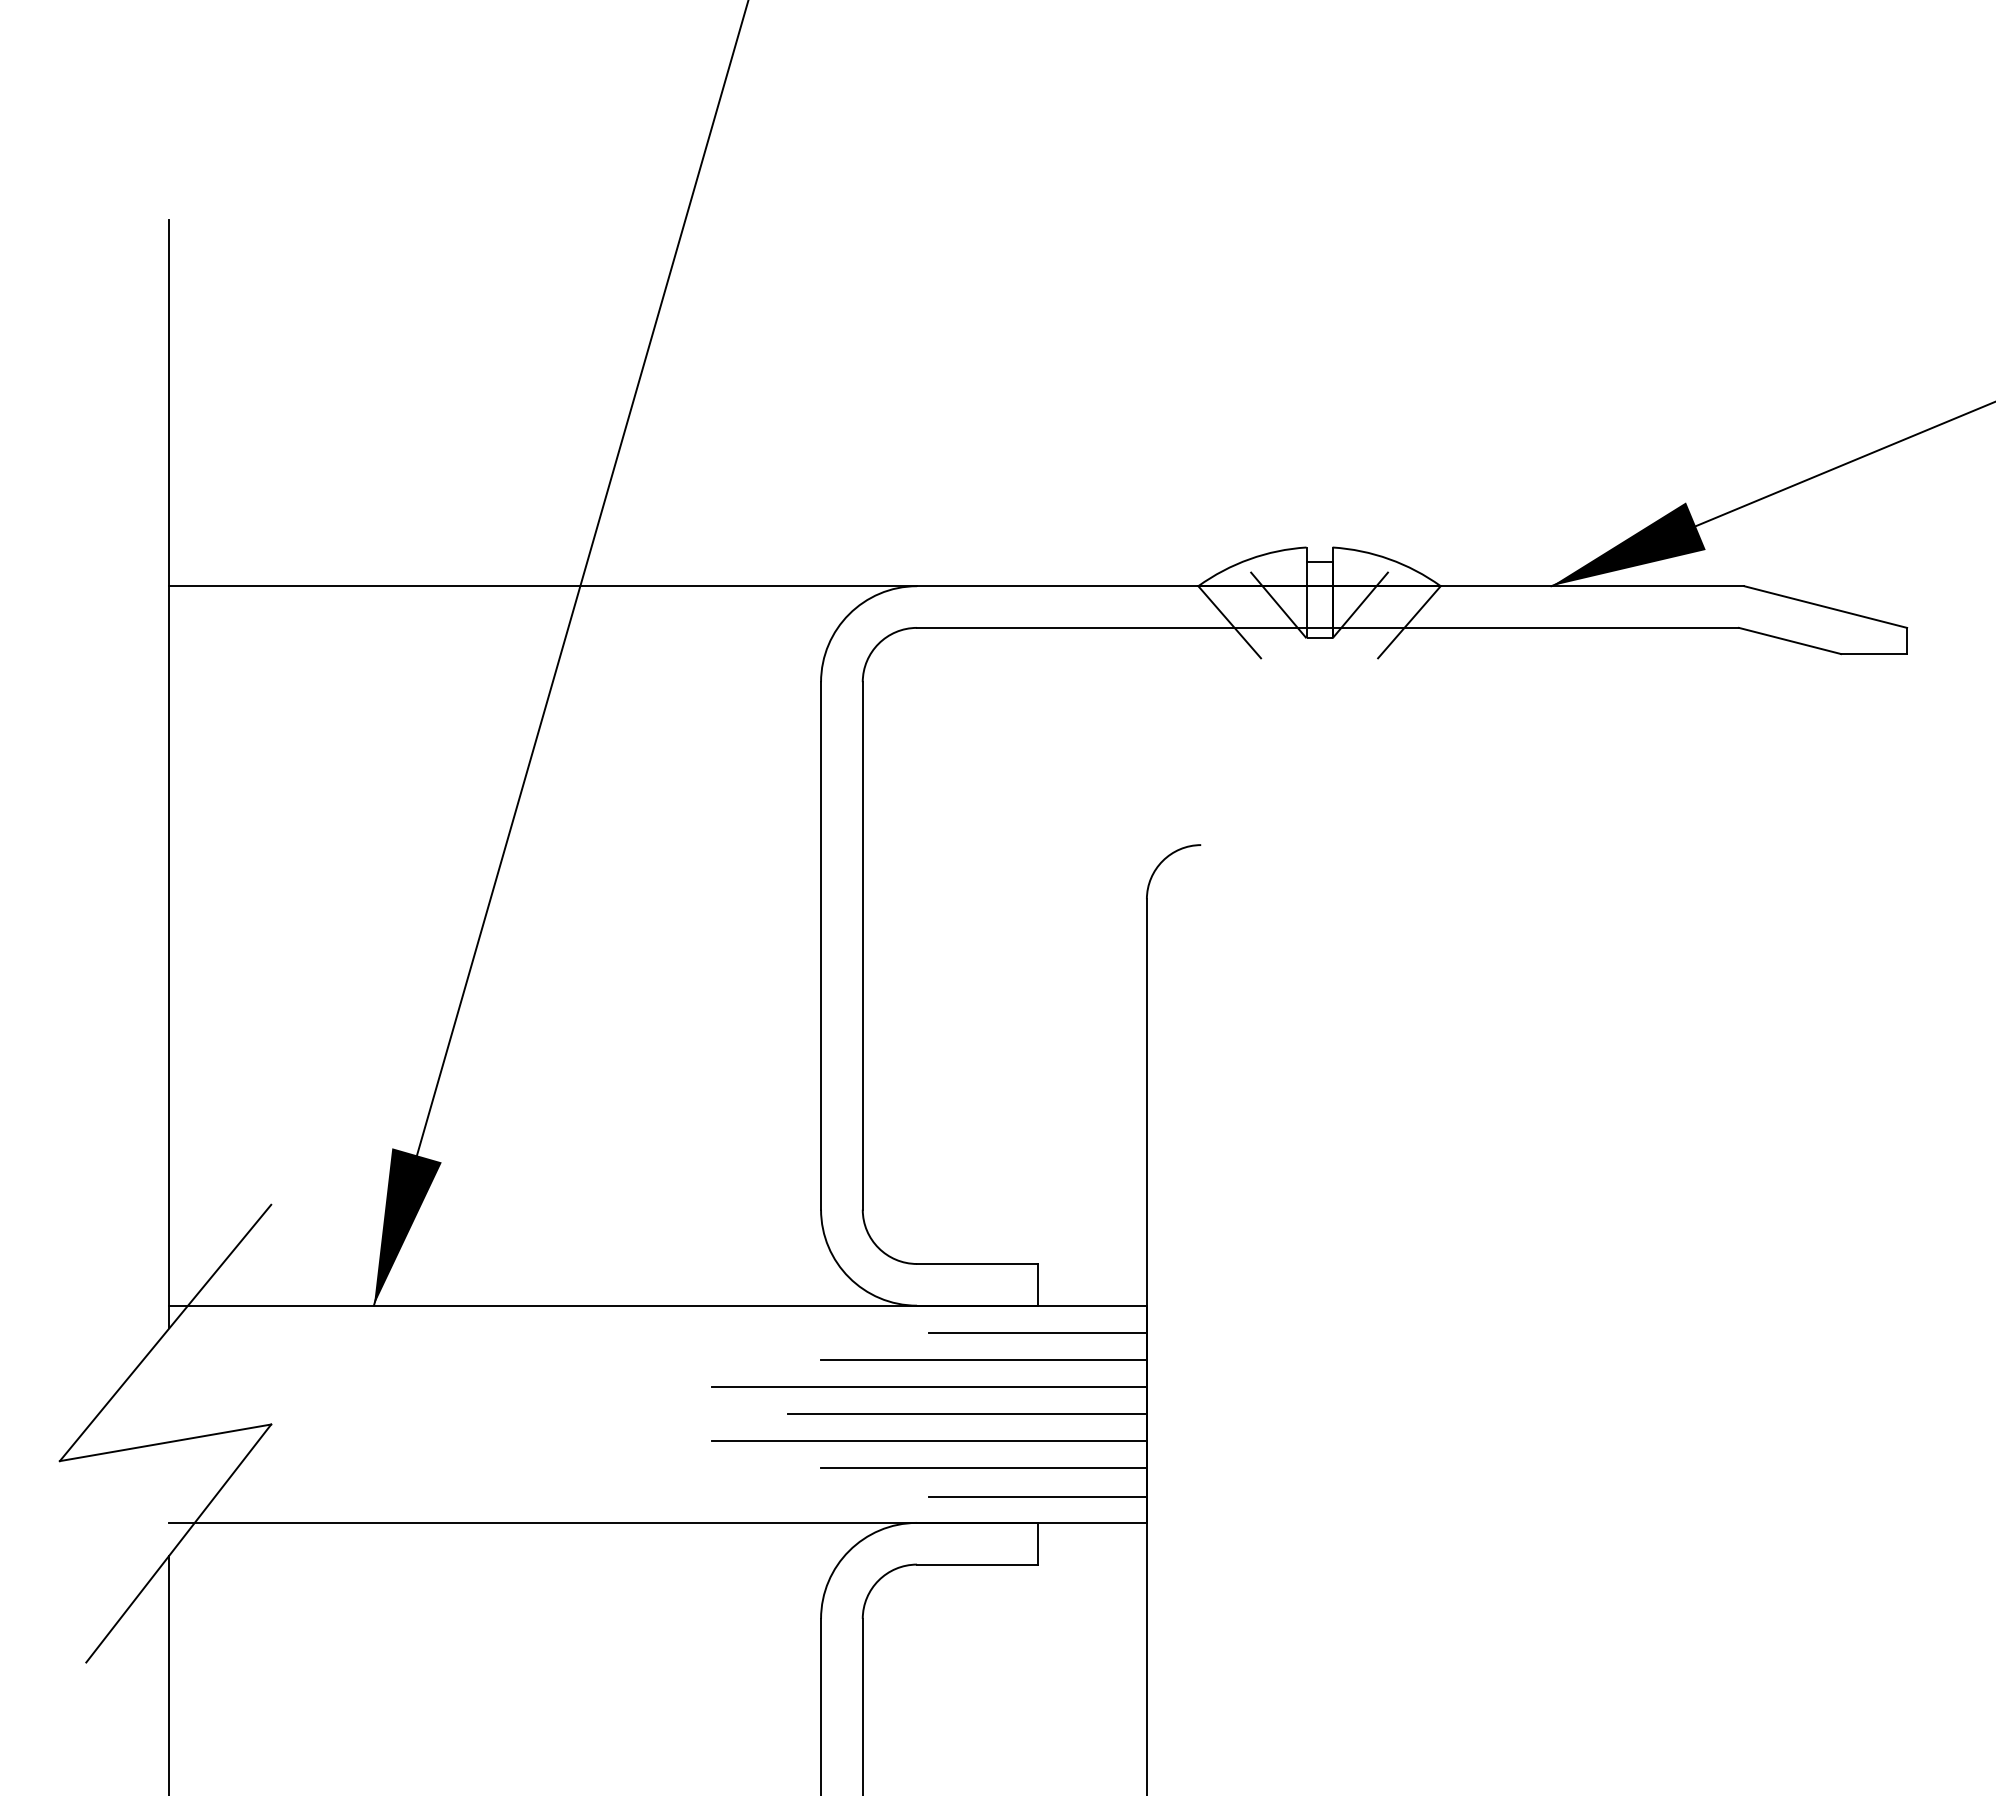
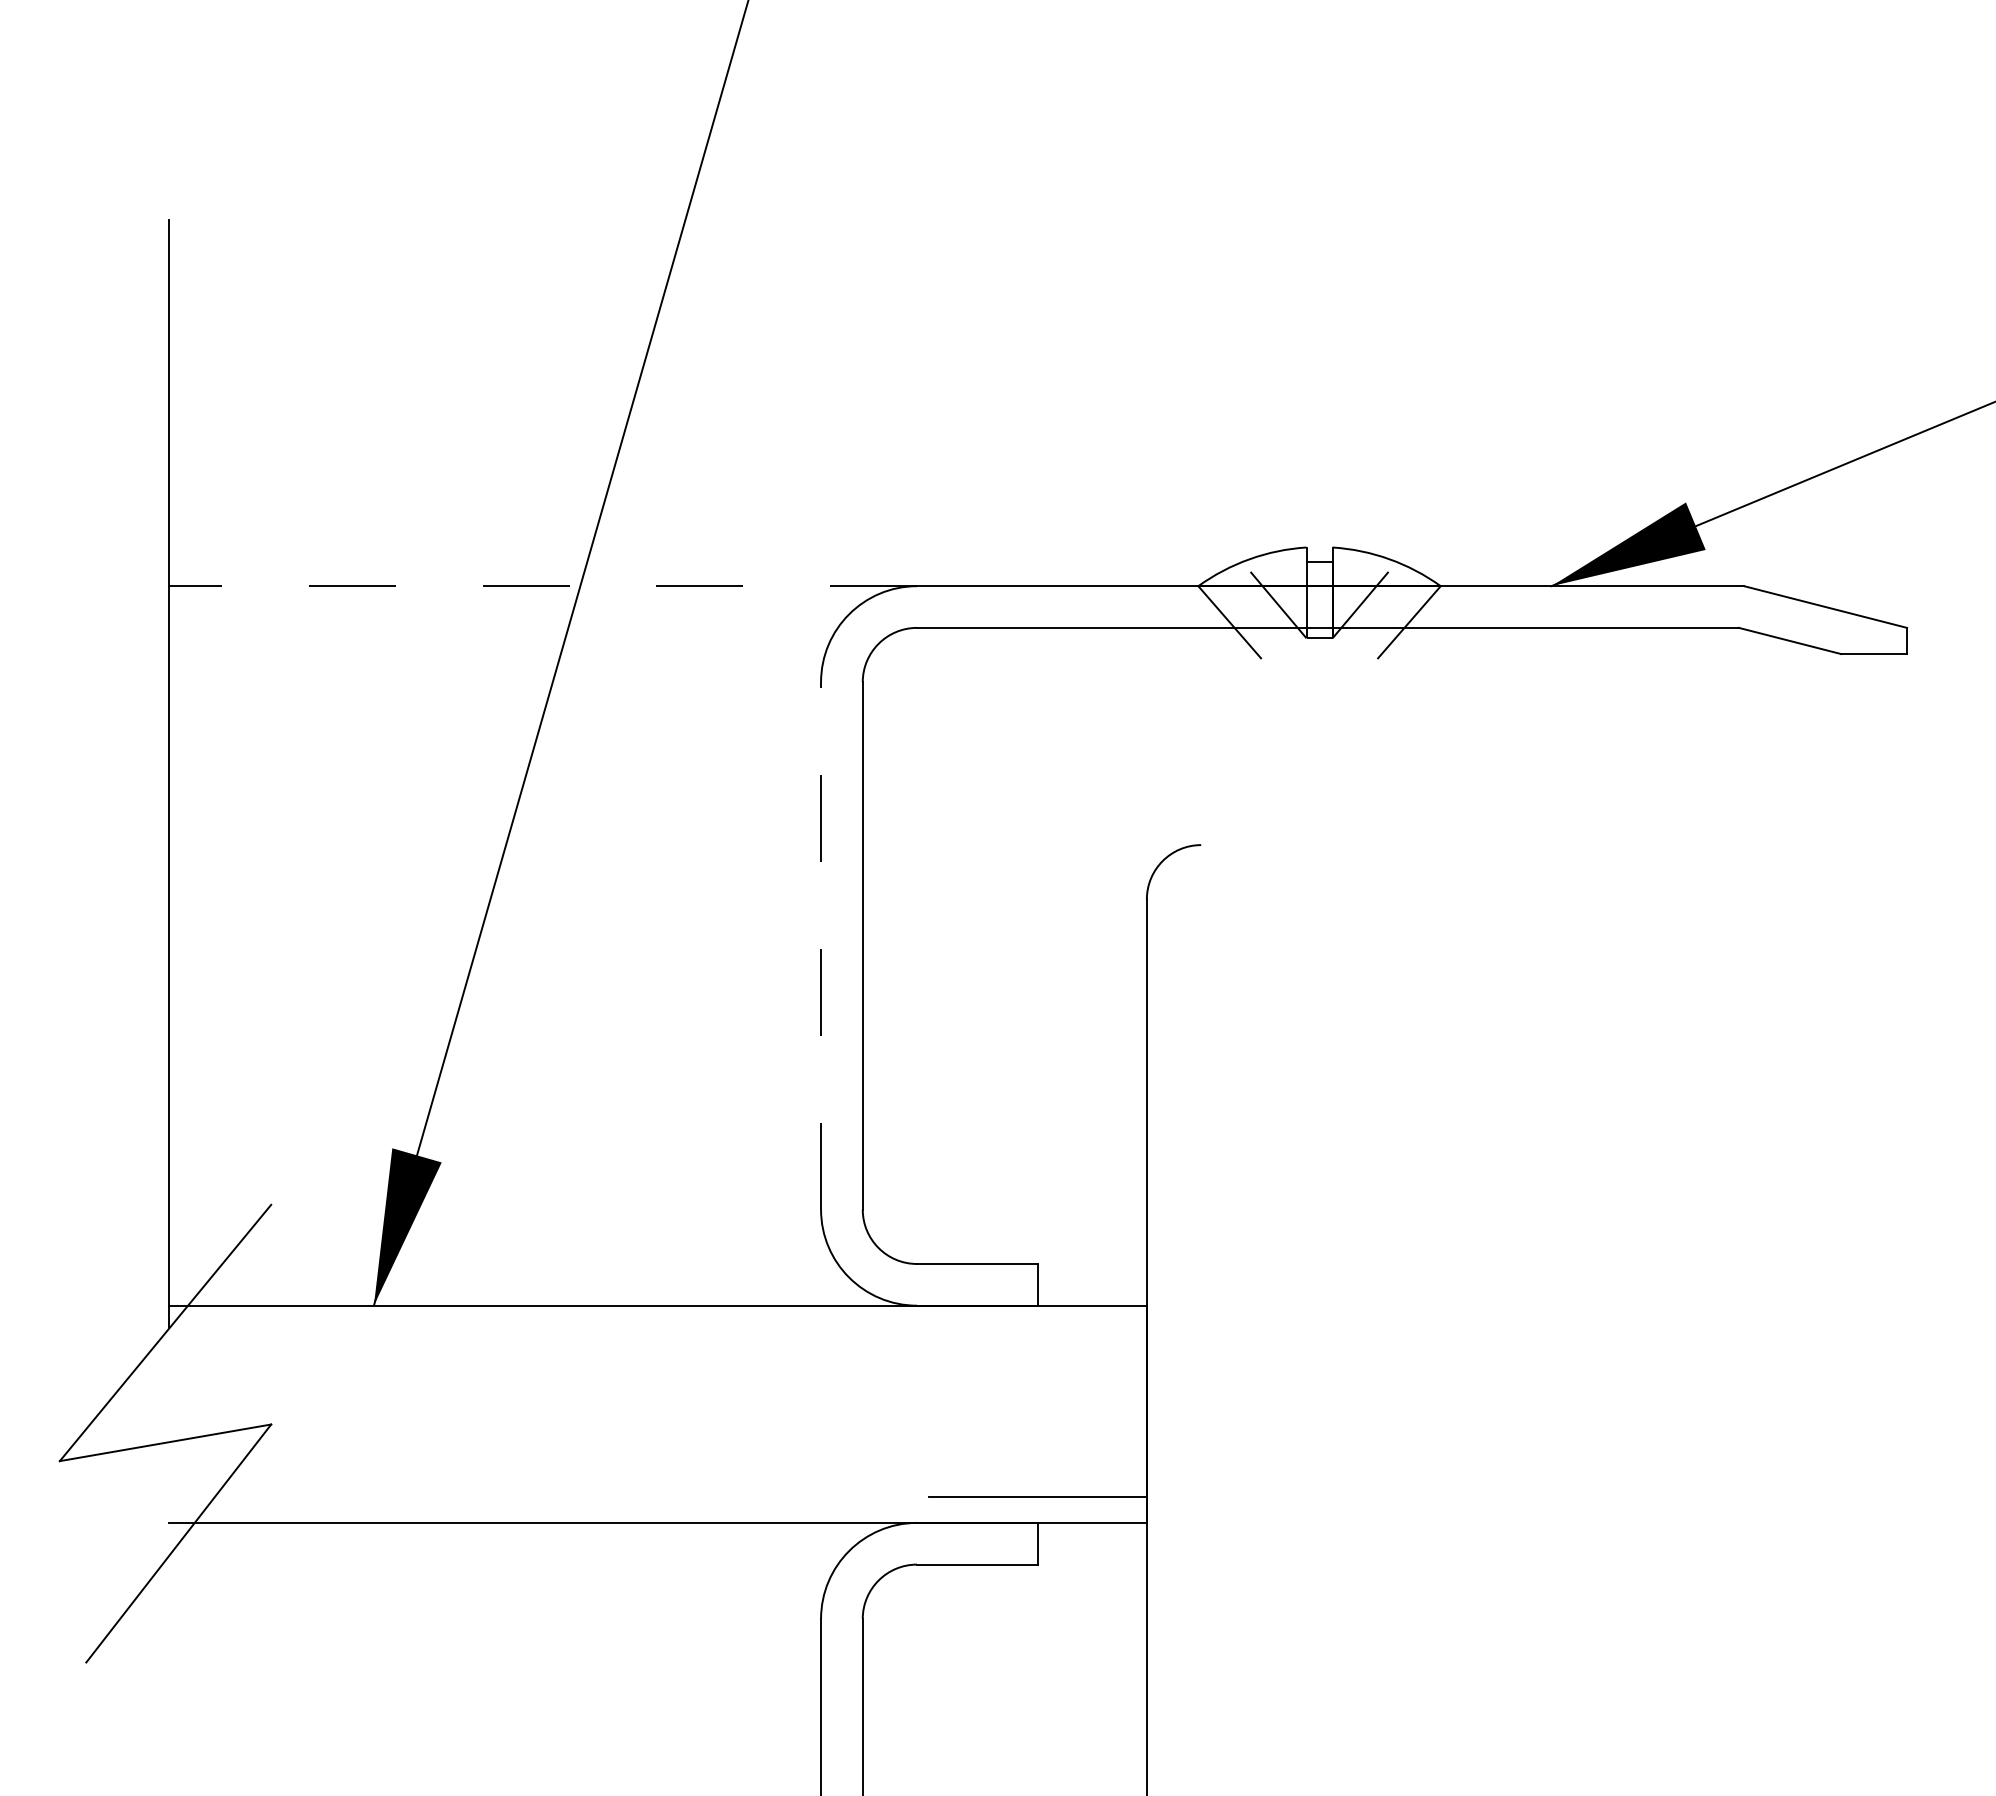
line at (543, 586): solid -> dashed
line at (821, 945): solid -> dashed
line at (1037, 1333): present -> none
line at (983, 1360): present -> none
line at (929, 1387): present -> none
line at (967, 1414): present -> none
line at (929, 1441): present -> none
line at (983, 1468): present -> none
line at (169, 1673): present -> none
